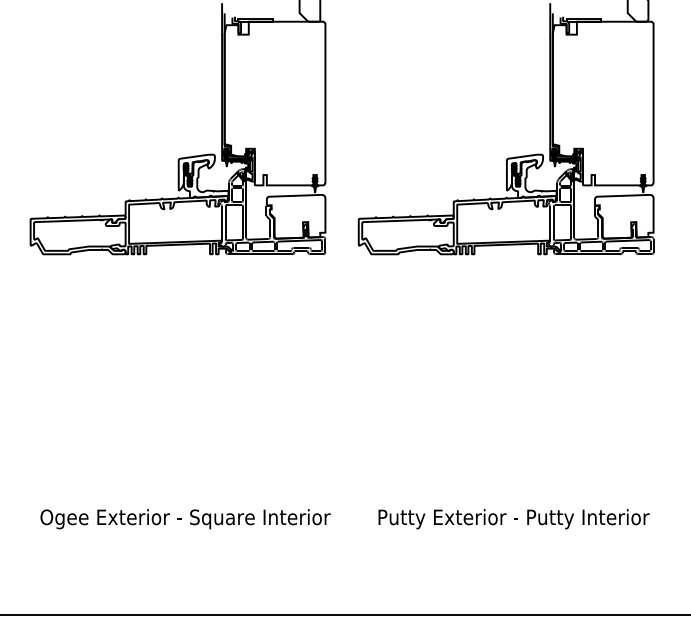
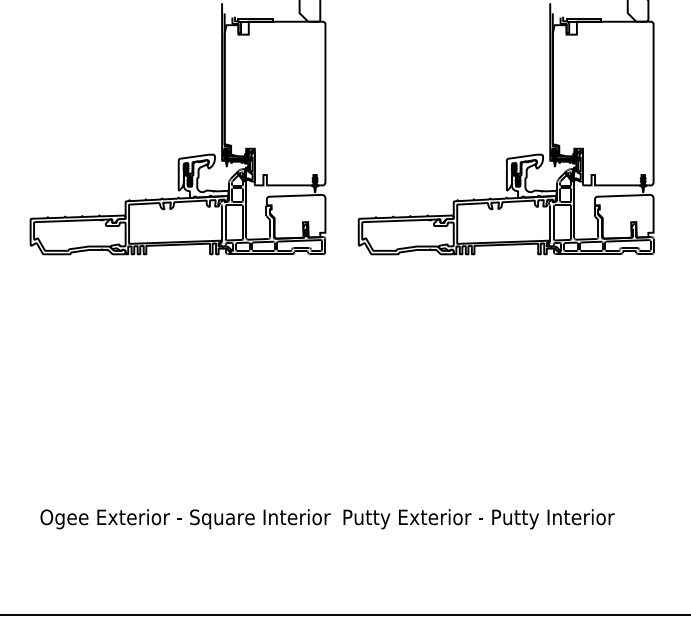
text at (513, 519) position: (513, 519) -> (478, 519)
